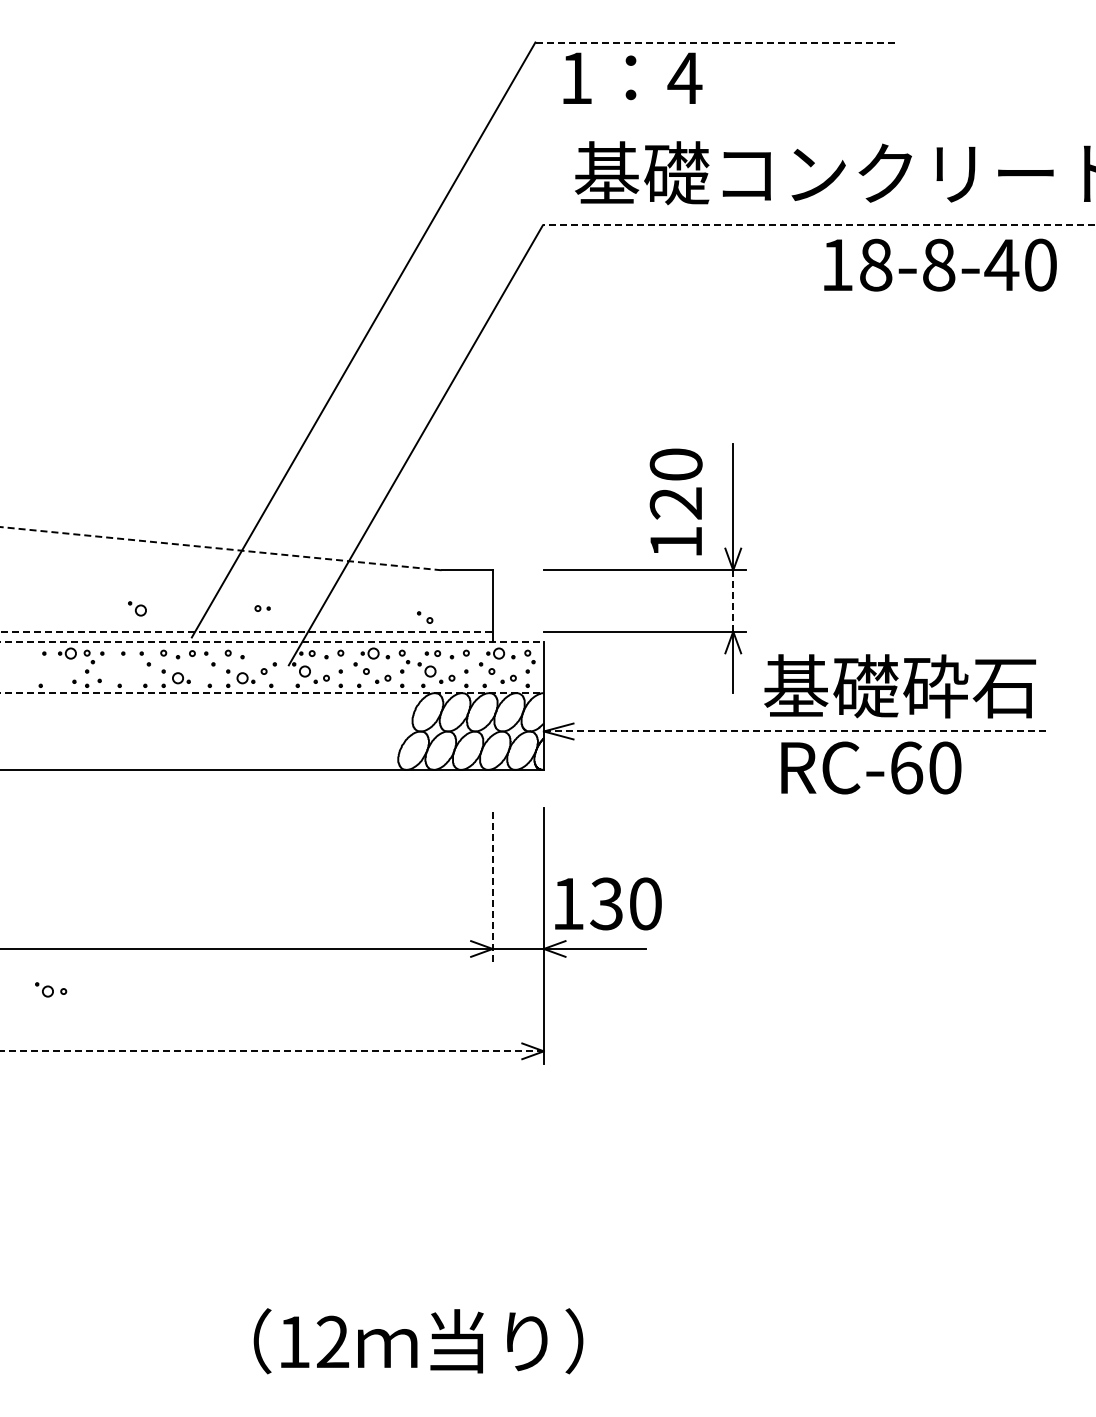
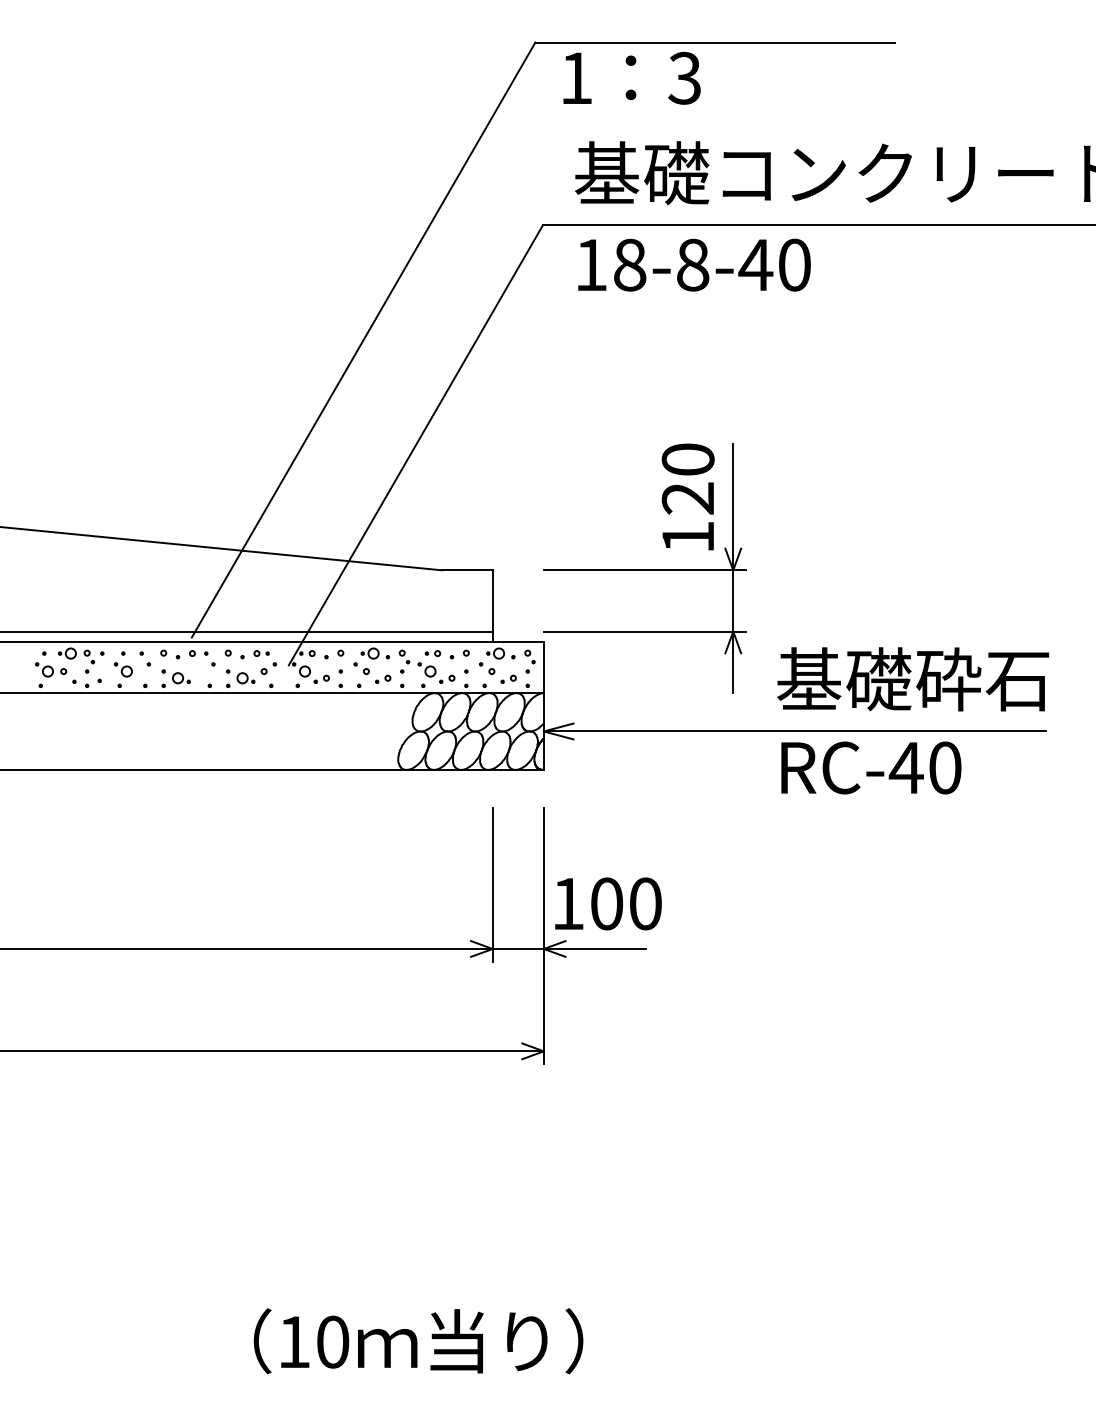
line at (715, 42): dashed -> solid
text at (684, 77): 4 -> 3
line at (818, 225): dashed -> solid
text at (940, 264) position: (940, 264) -> (694, 264)
text at (675, 501) position: (675, 501) -> (687, 496)
line at (220, 548): dashed -> solid
line at (733, 600): dashed -> solid
part at (137, 608) position: (137, 608) -> (123, 669)
part at (262, 608) position: (262, 608) -> (261, 653)
part at (425, 617): present -> none
line at (246, 631): dashed -> solid
line at (272, 641): dashed -> solid
text at (900, 686) position: (900, 686) -> (913, 679)
line at (272, 693): dashed -> solid
line at (794, 731): dashed -> solid
text at (905, 767): RC-60 -> RC-40
line at (492, 885): dashed -> solid
text at (606, 903): 130 -> 100
part at (51, 989) position: (51, 989) -> (51, 669)
line at (272, 1051): dashed -> solid
text at (332, 1341): 12 -> 10
